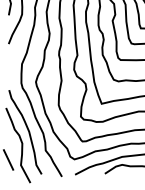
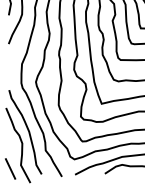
line at (8, 159) position: (8, 159) -> (10, 168)
